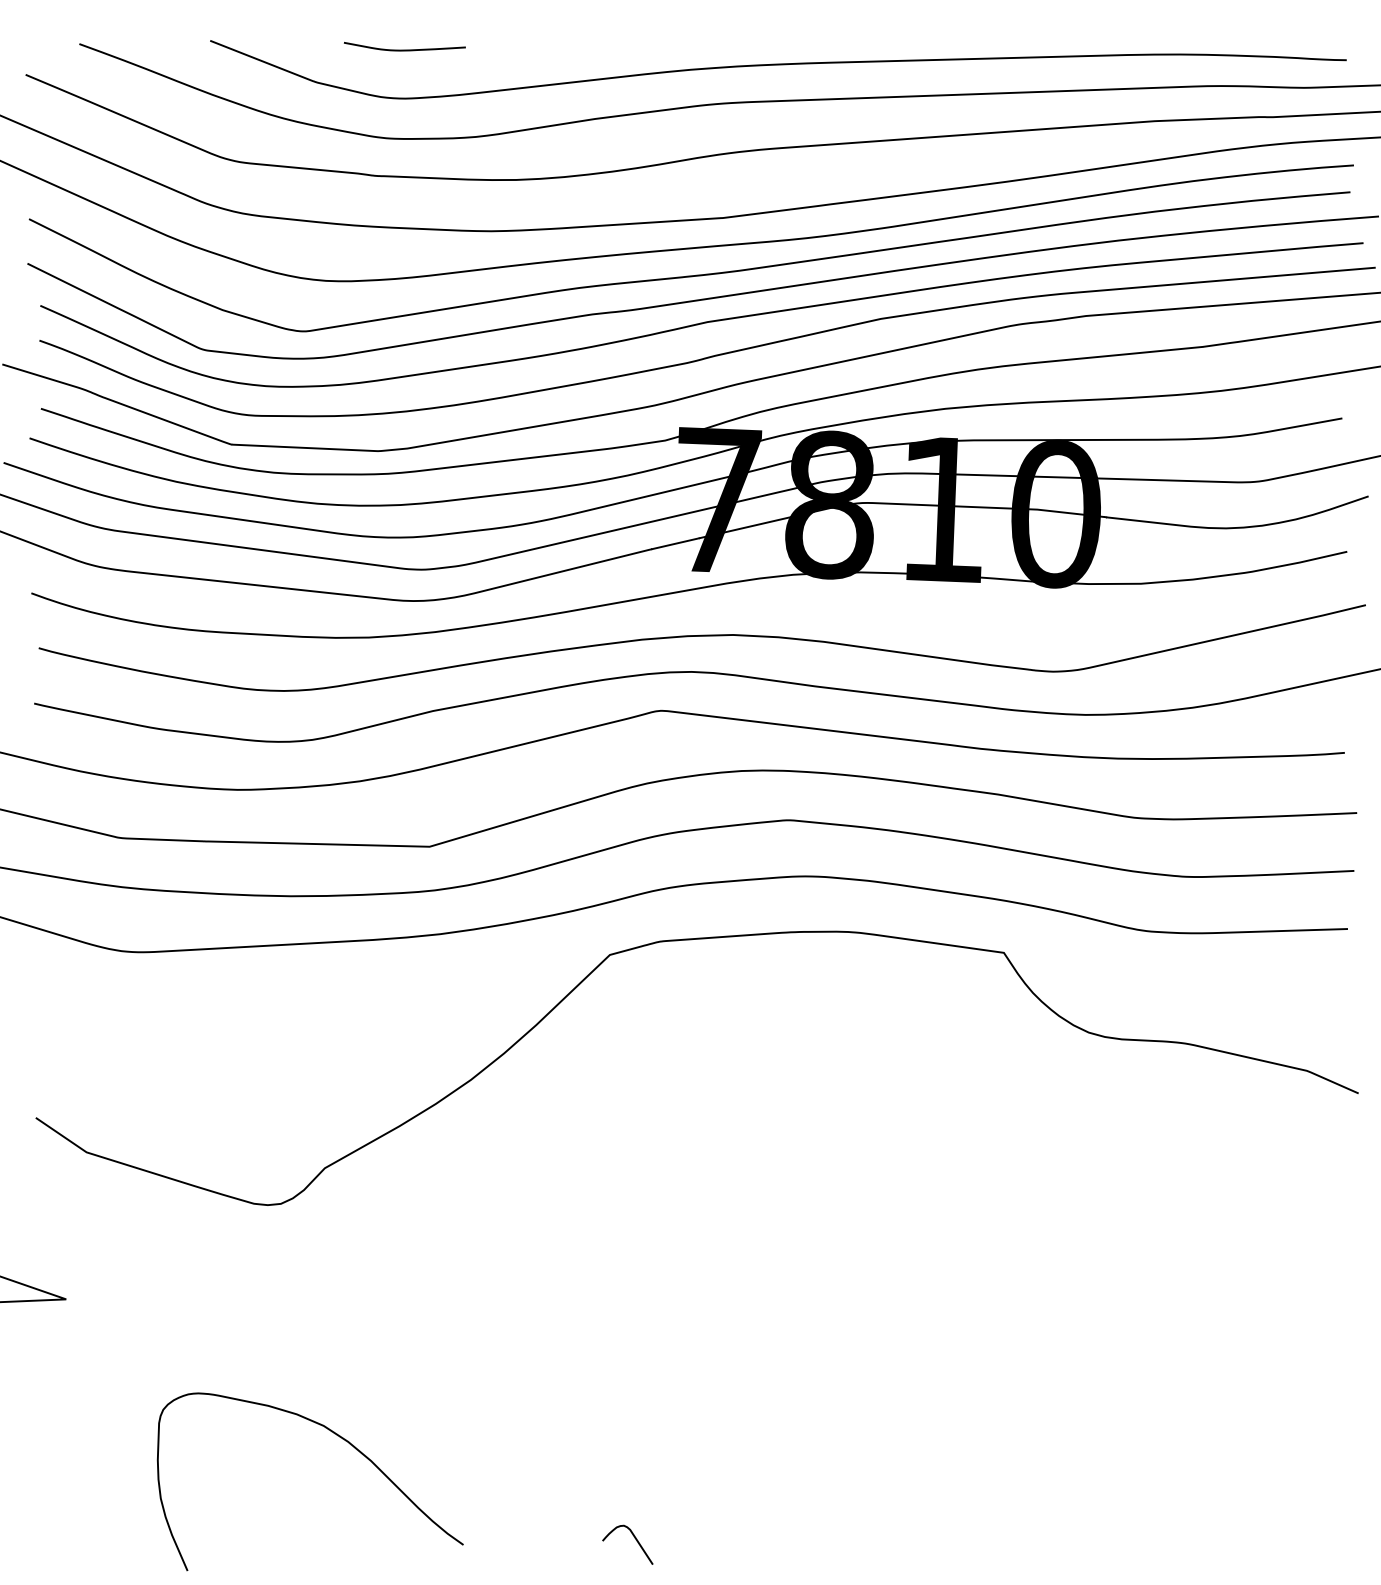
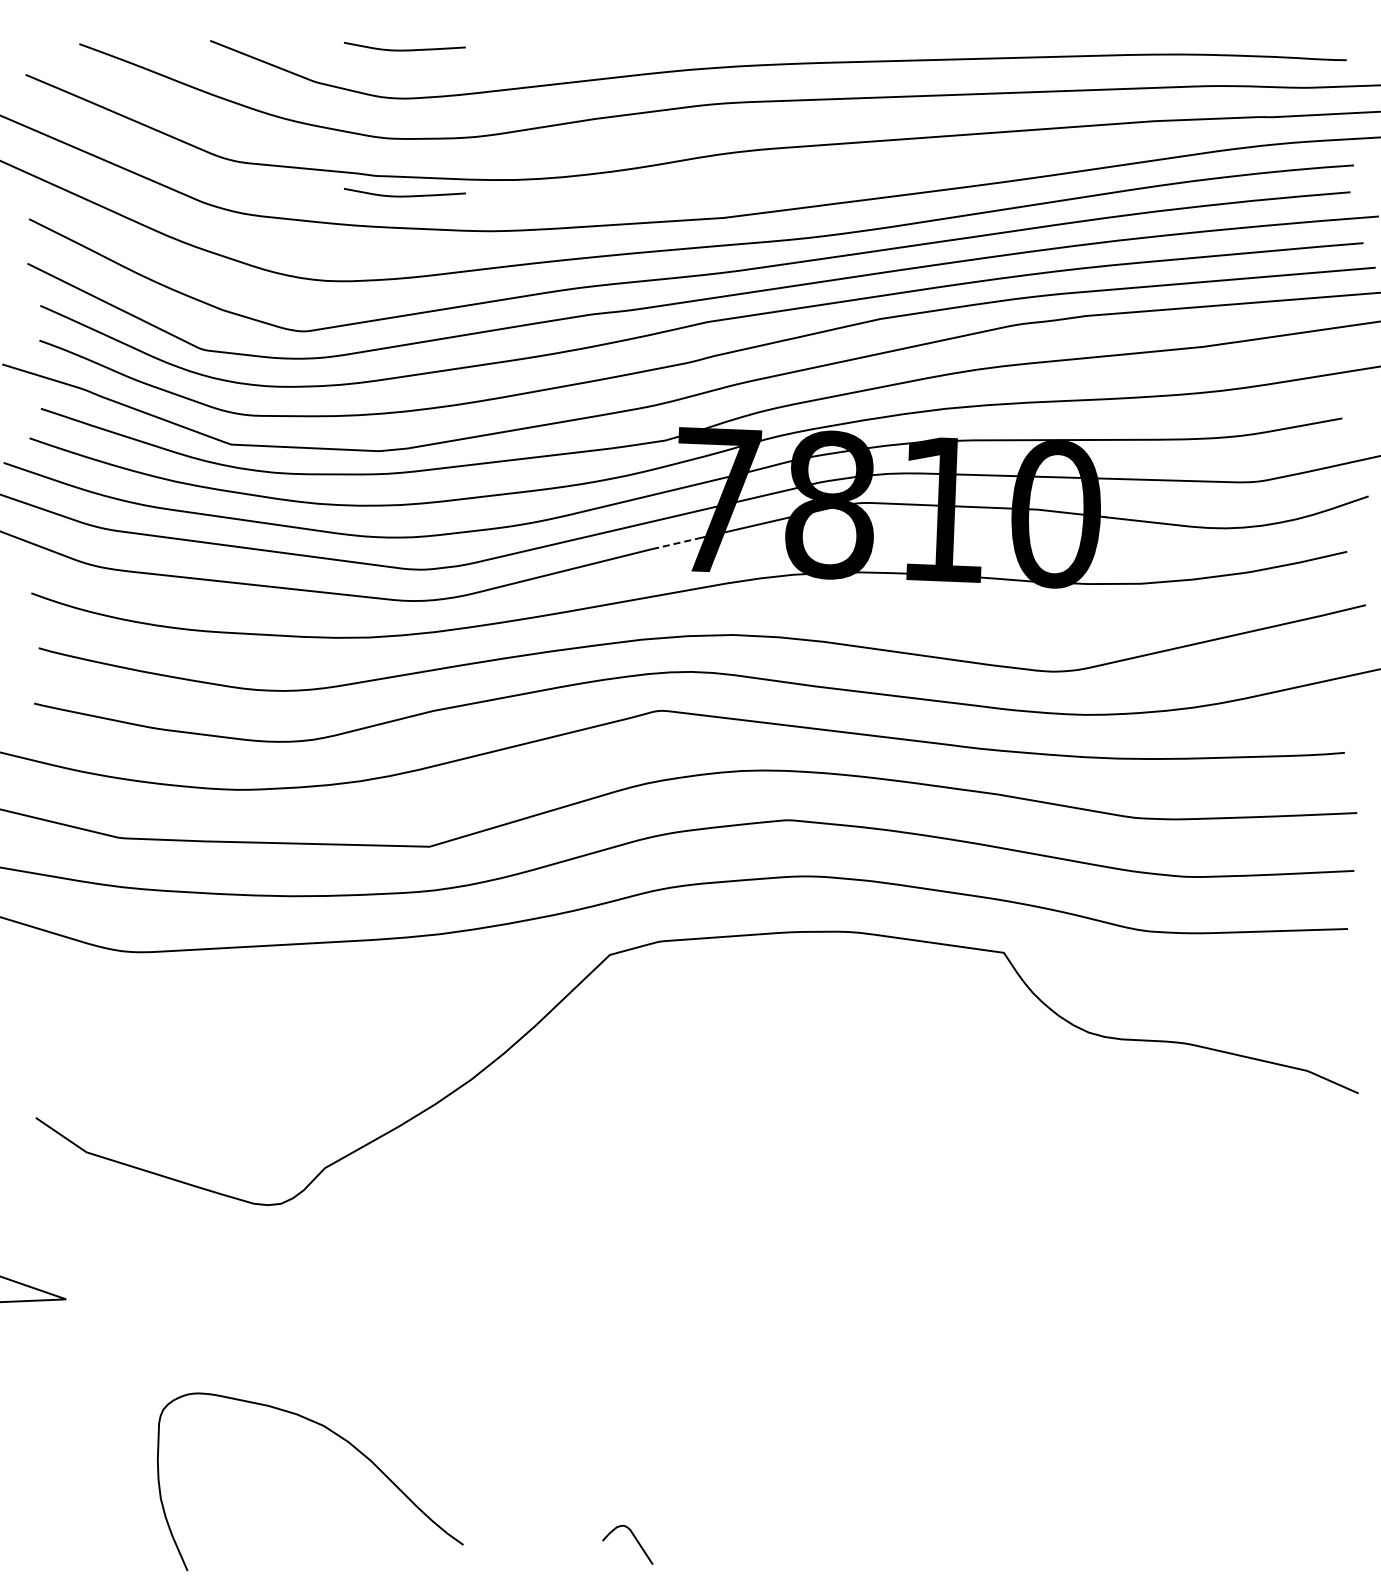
curve at (404, 195): none -> present
line at (675, 543): solid -> dashed
